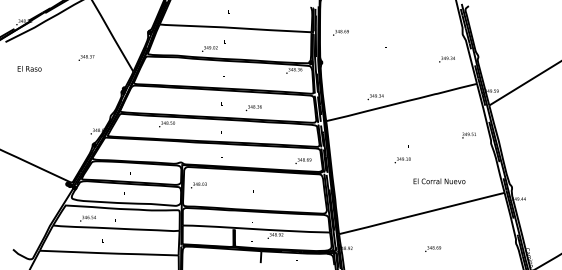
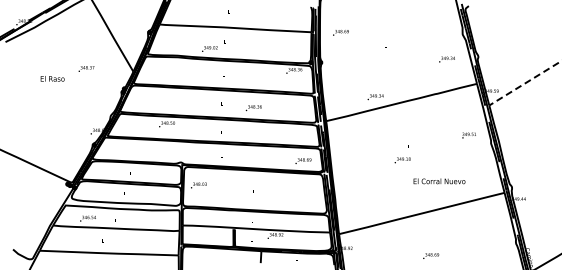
text at (86, 57) position: (86, 57) -> (86, 68)
text at (29, 68) position: (29, 68) -> (52, 78)
line at (524, 83): solid -> dashed
text at (433, 248) position: (433, 248) -> (431, 255)
